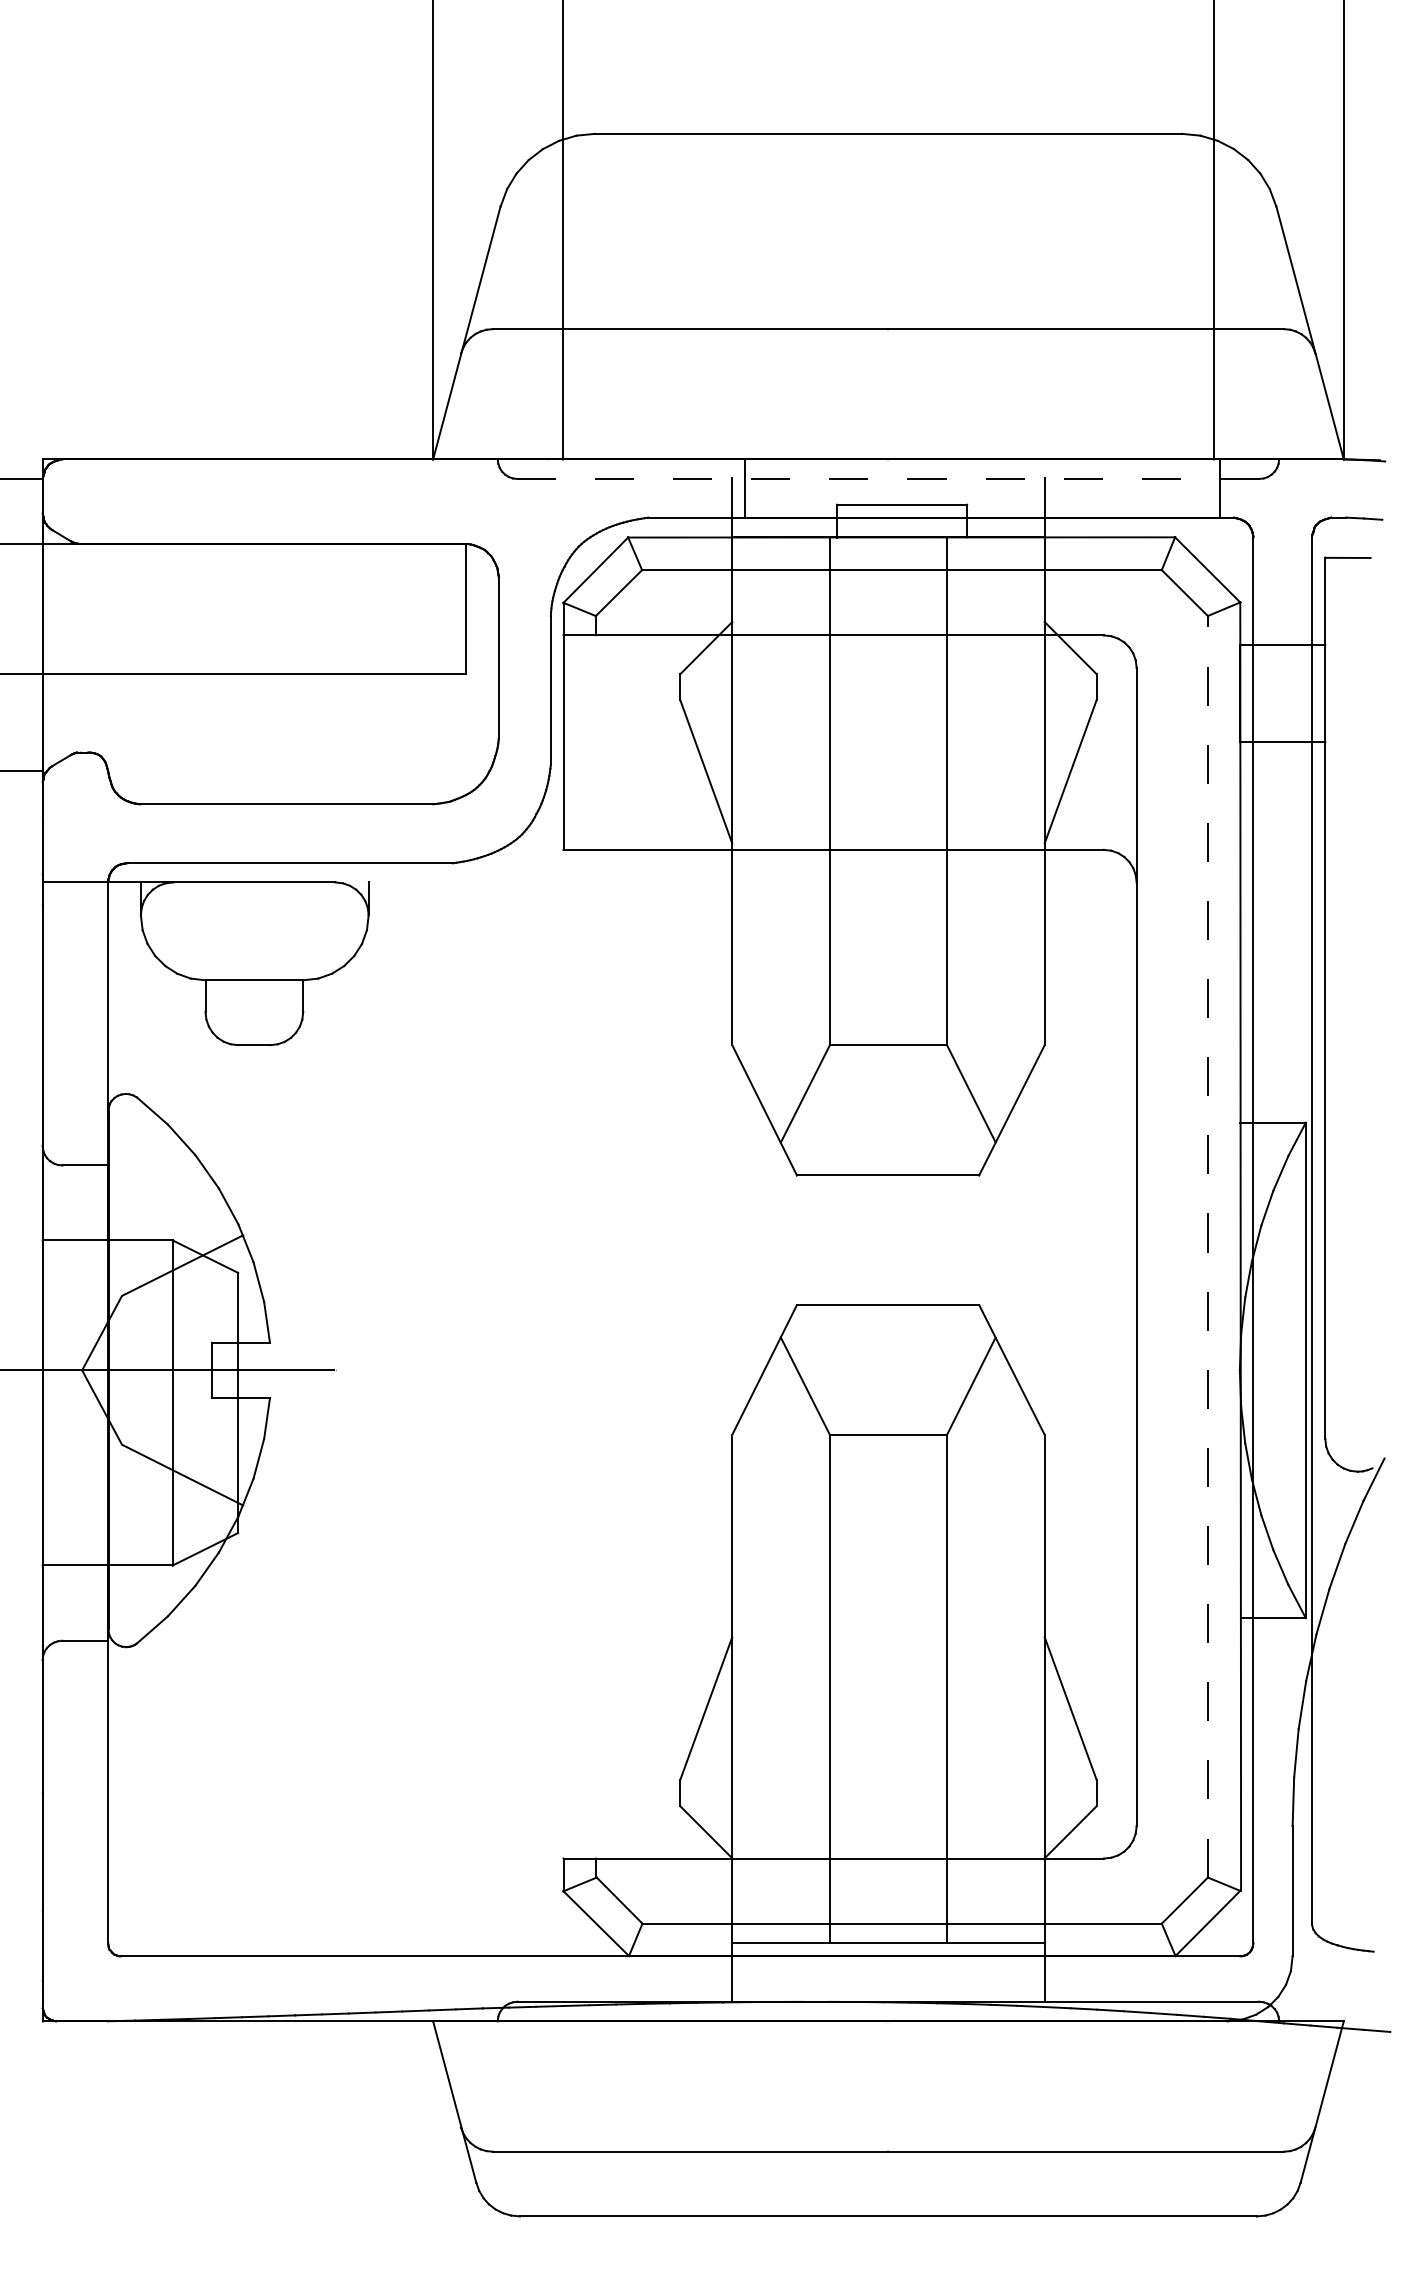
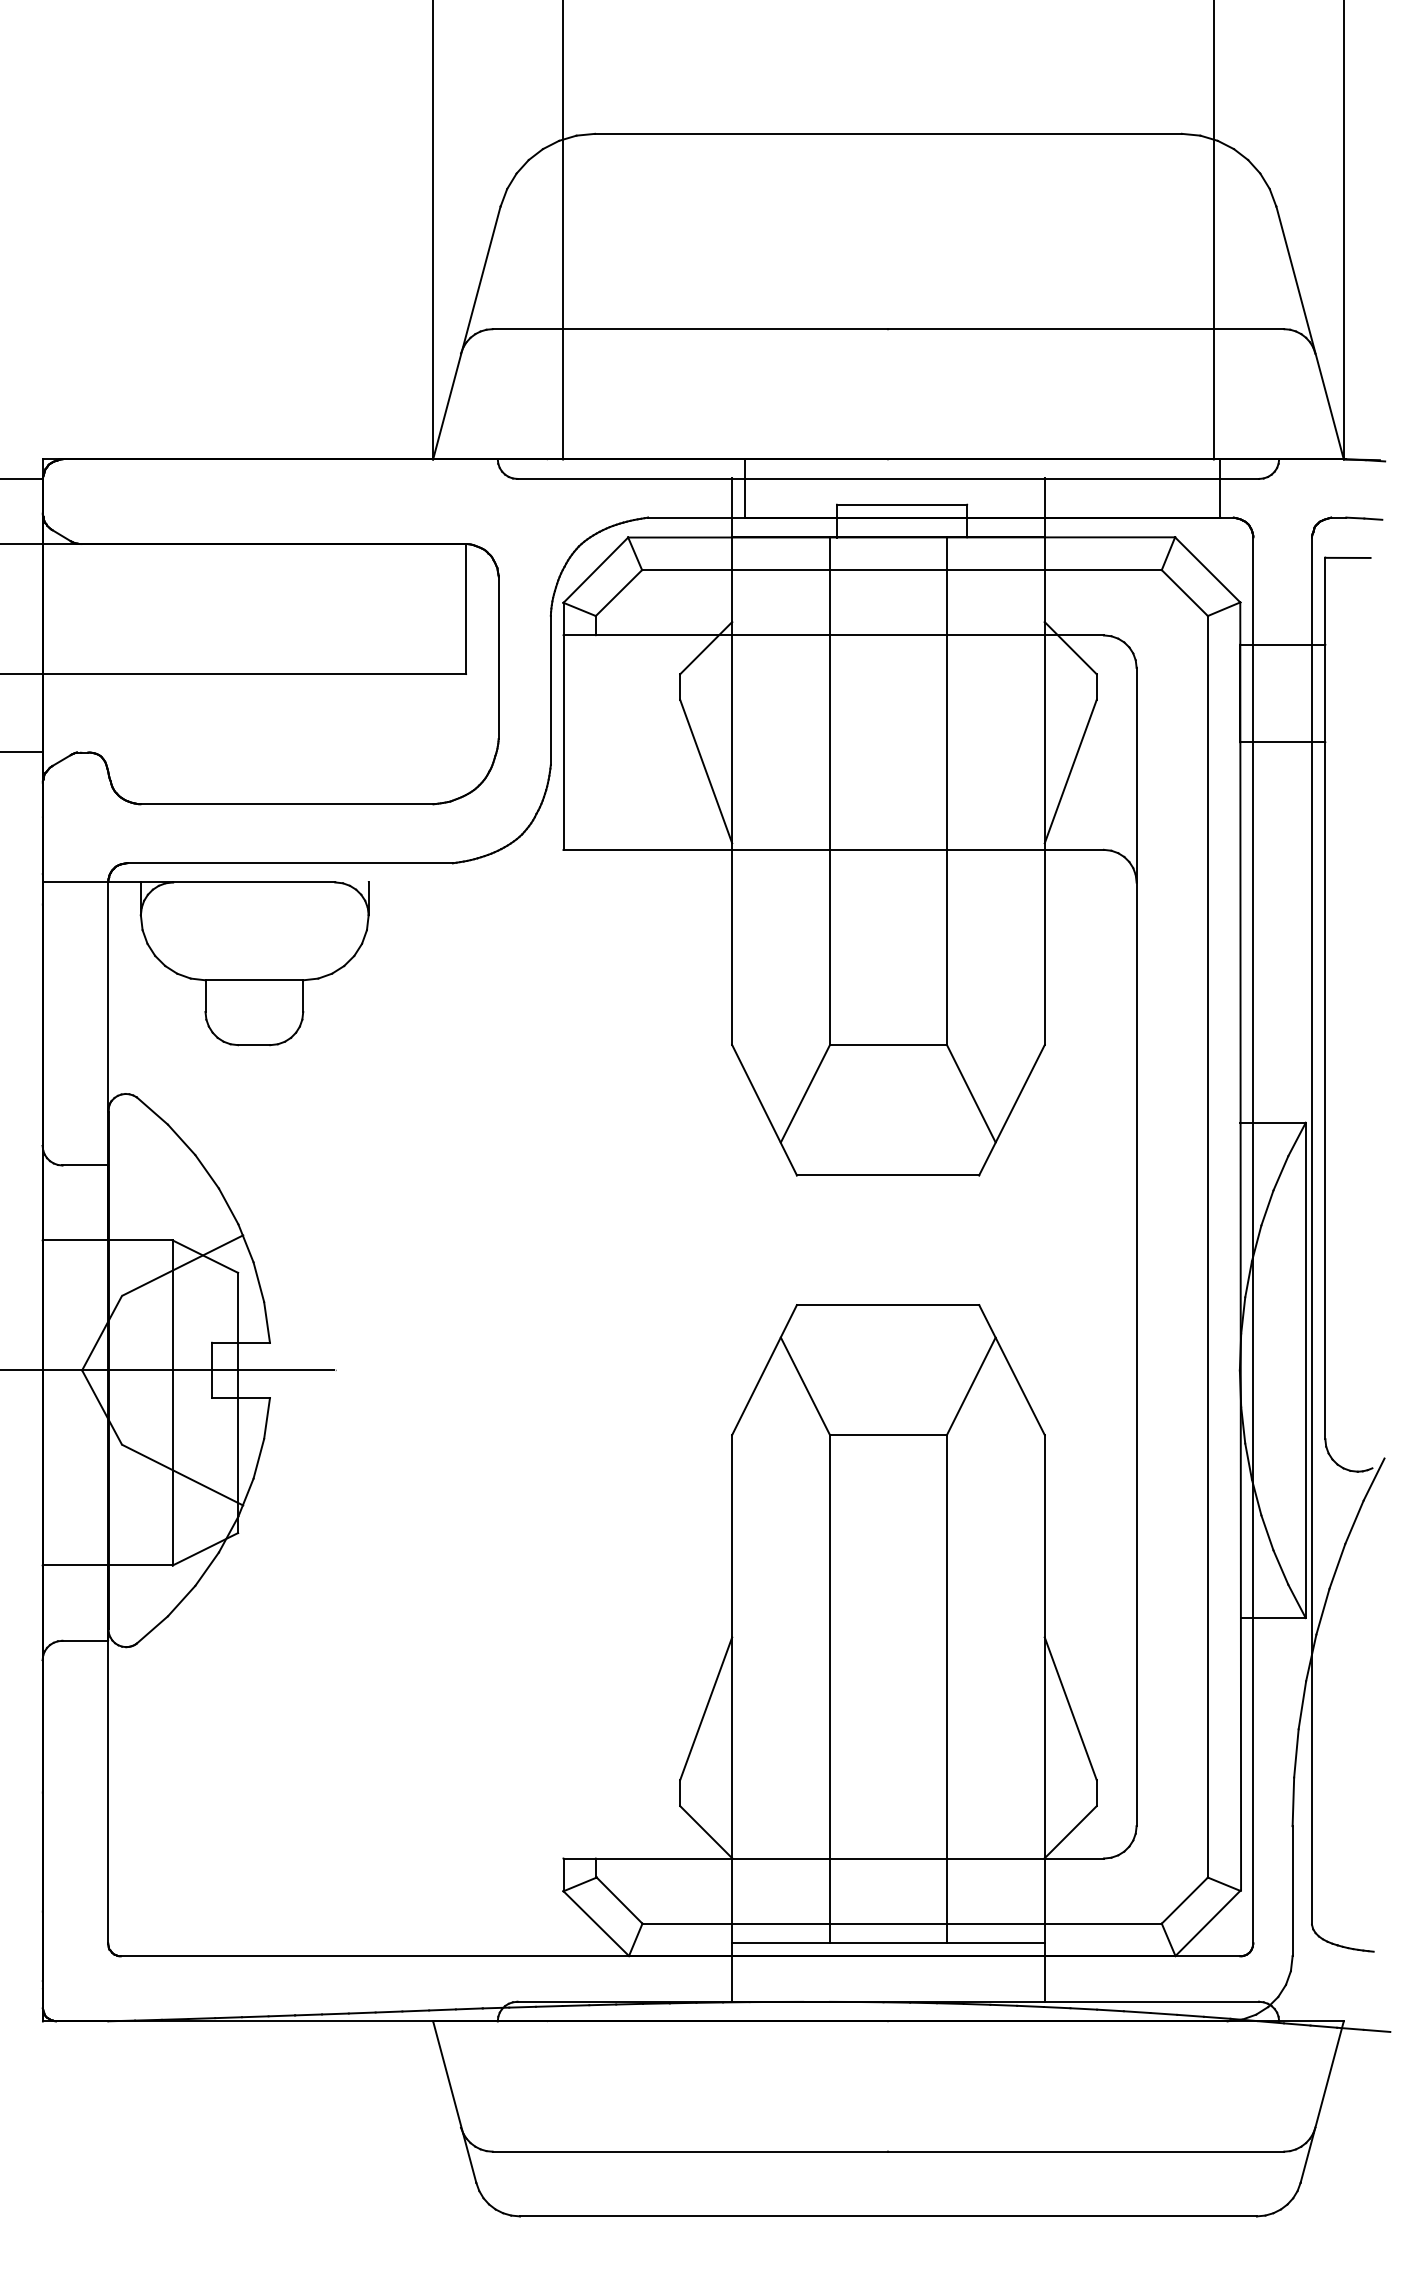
line at (888, 478): dashed -> solid
line at (22, 771) position: (22, 771) -> (22, 752)
line at (1207, 1246): dashed -> solid
